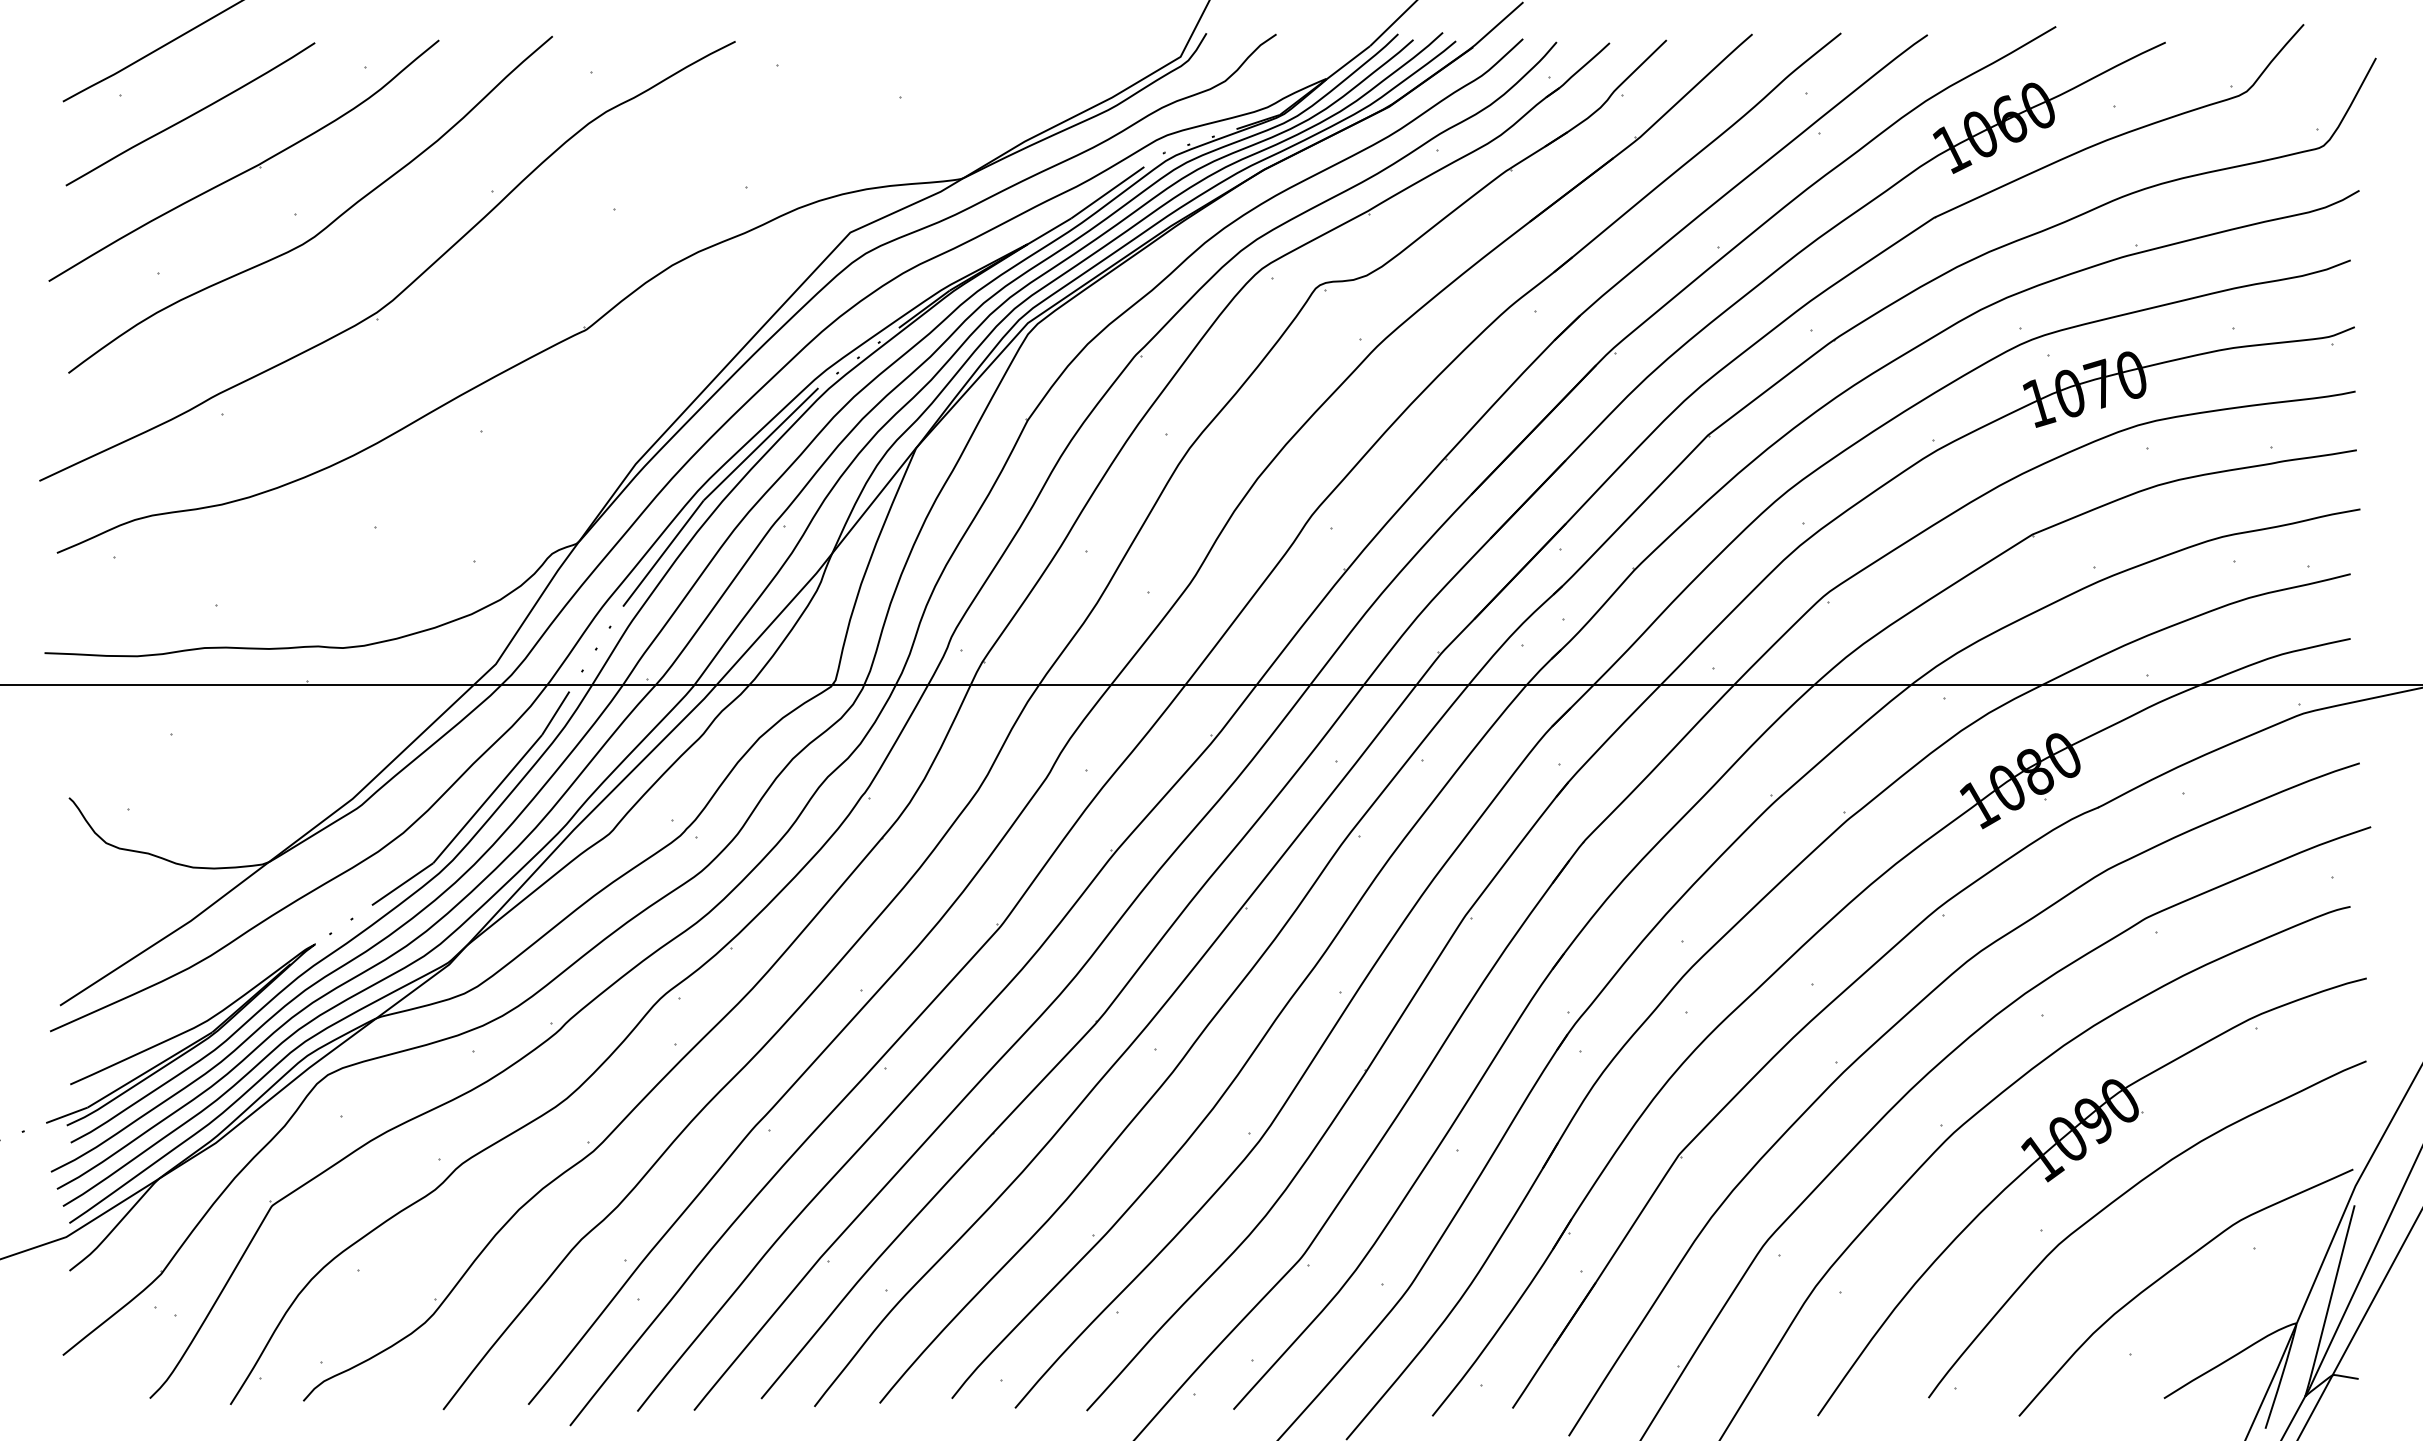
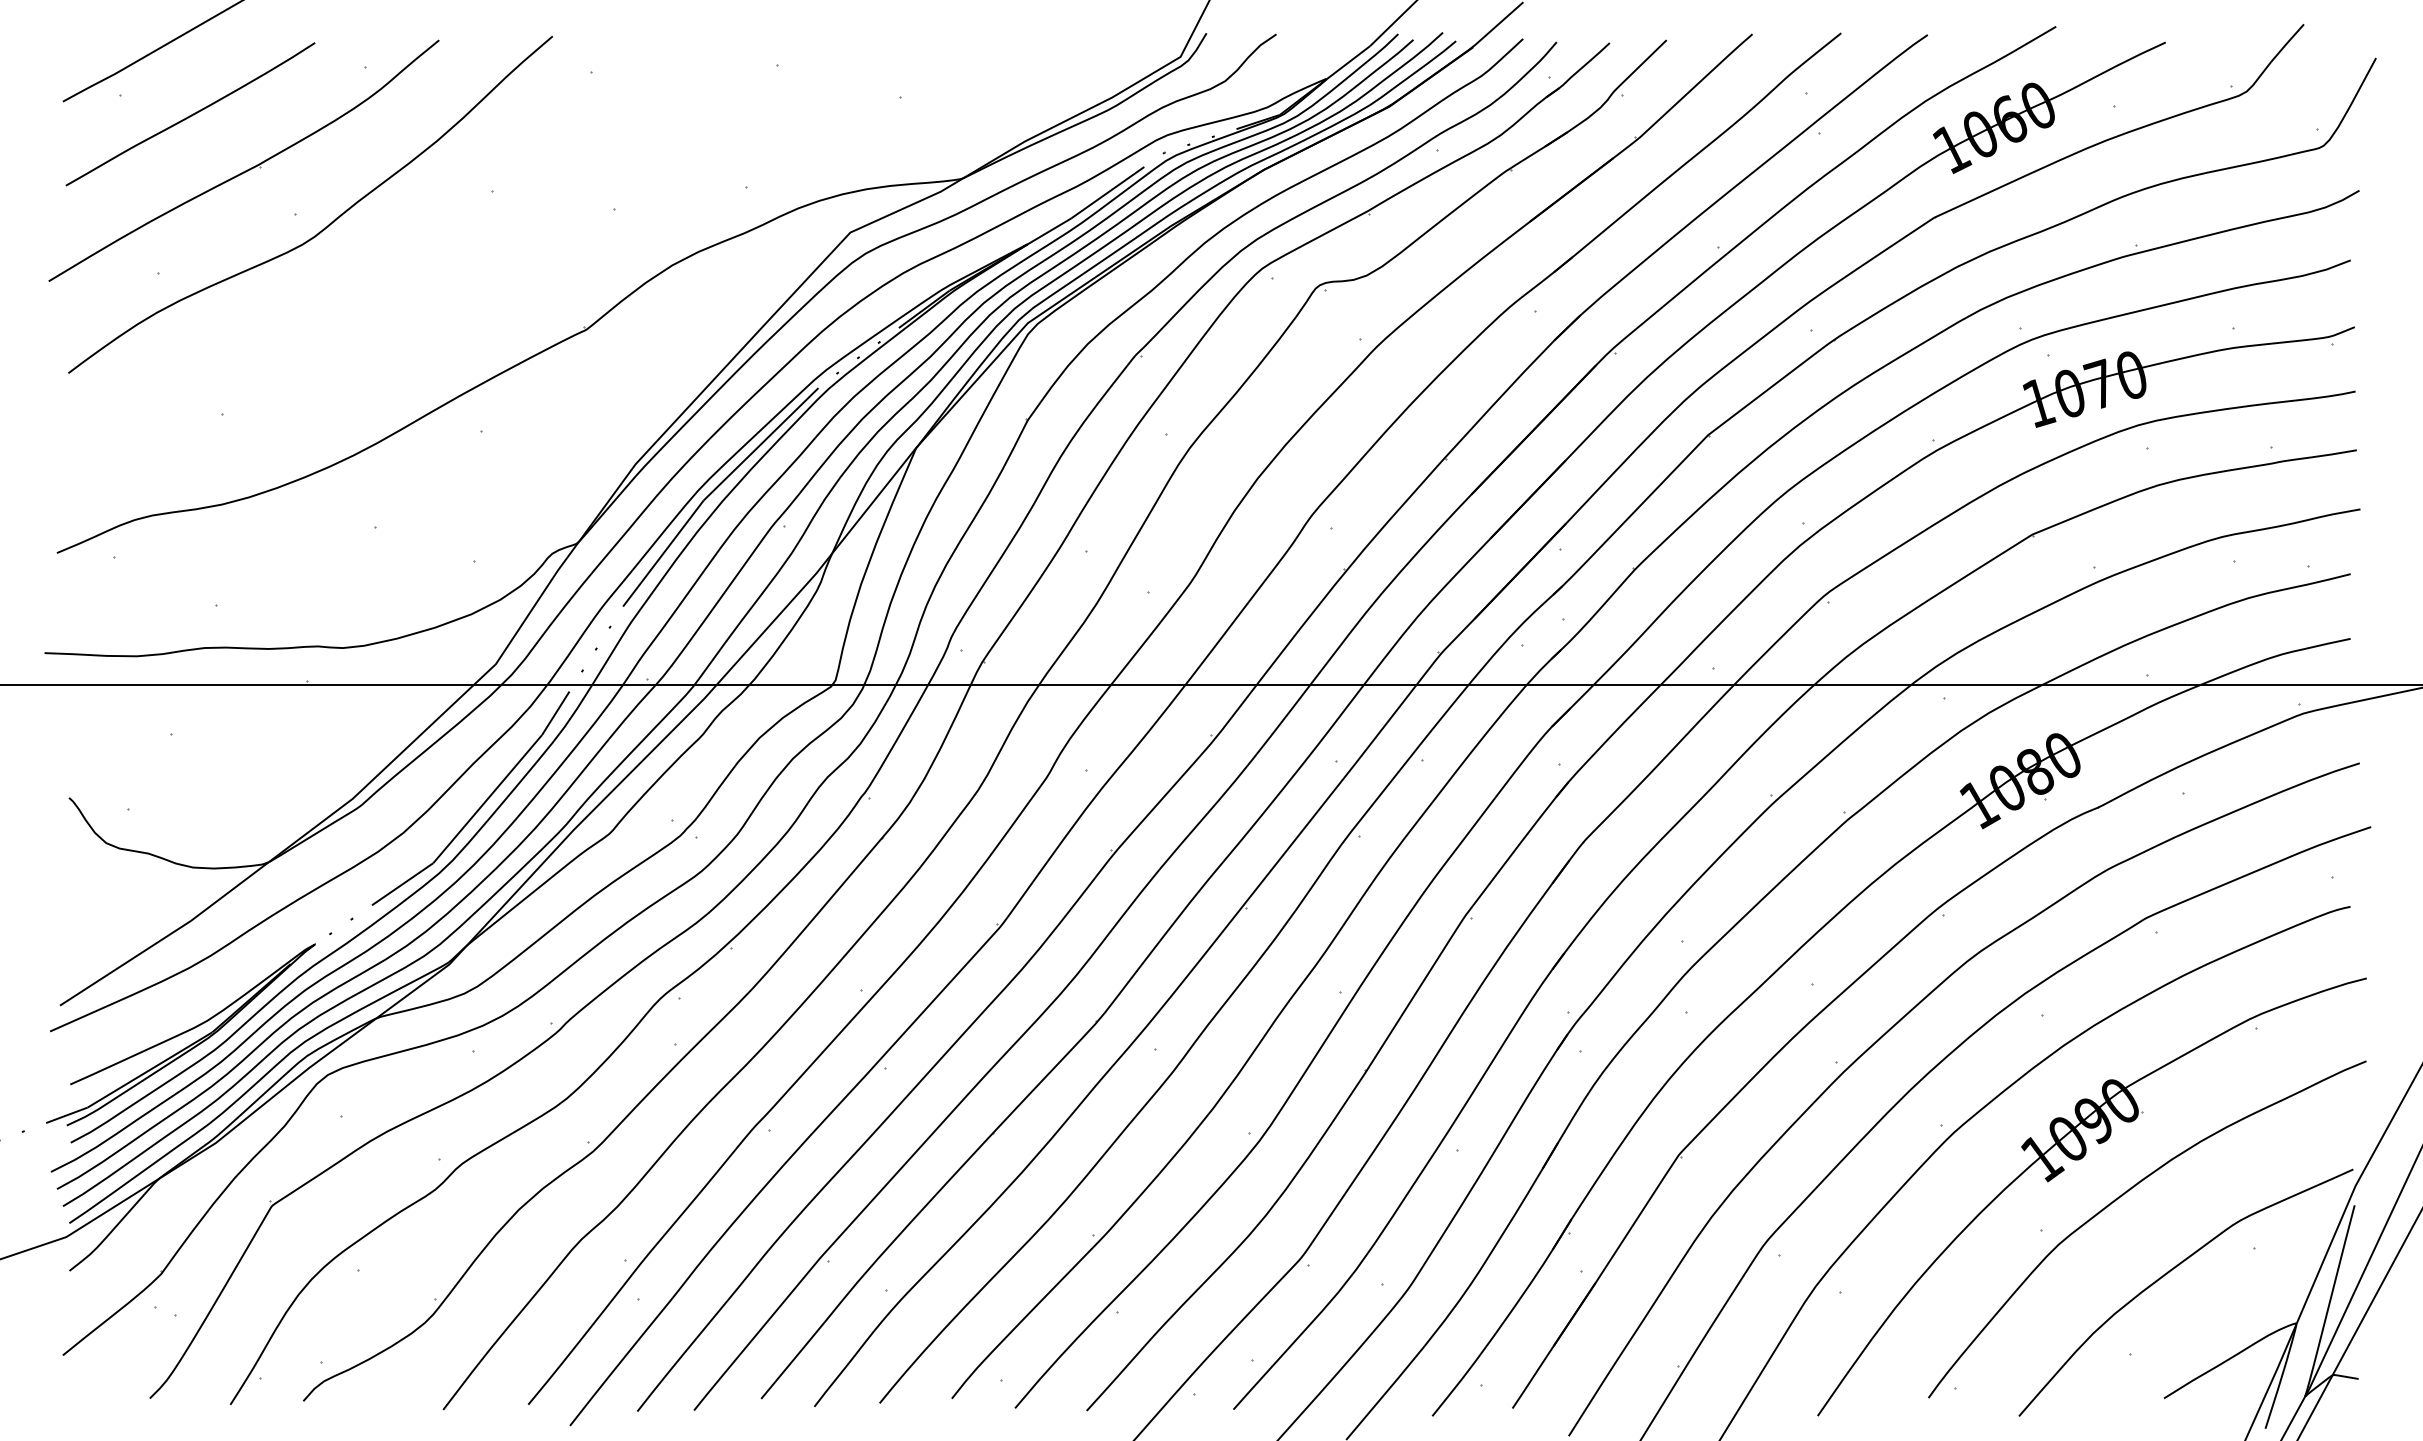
part at (406, 286): present -> none
